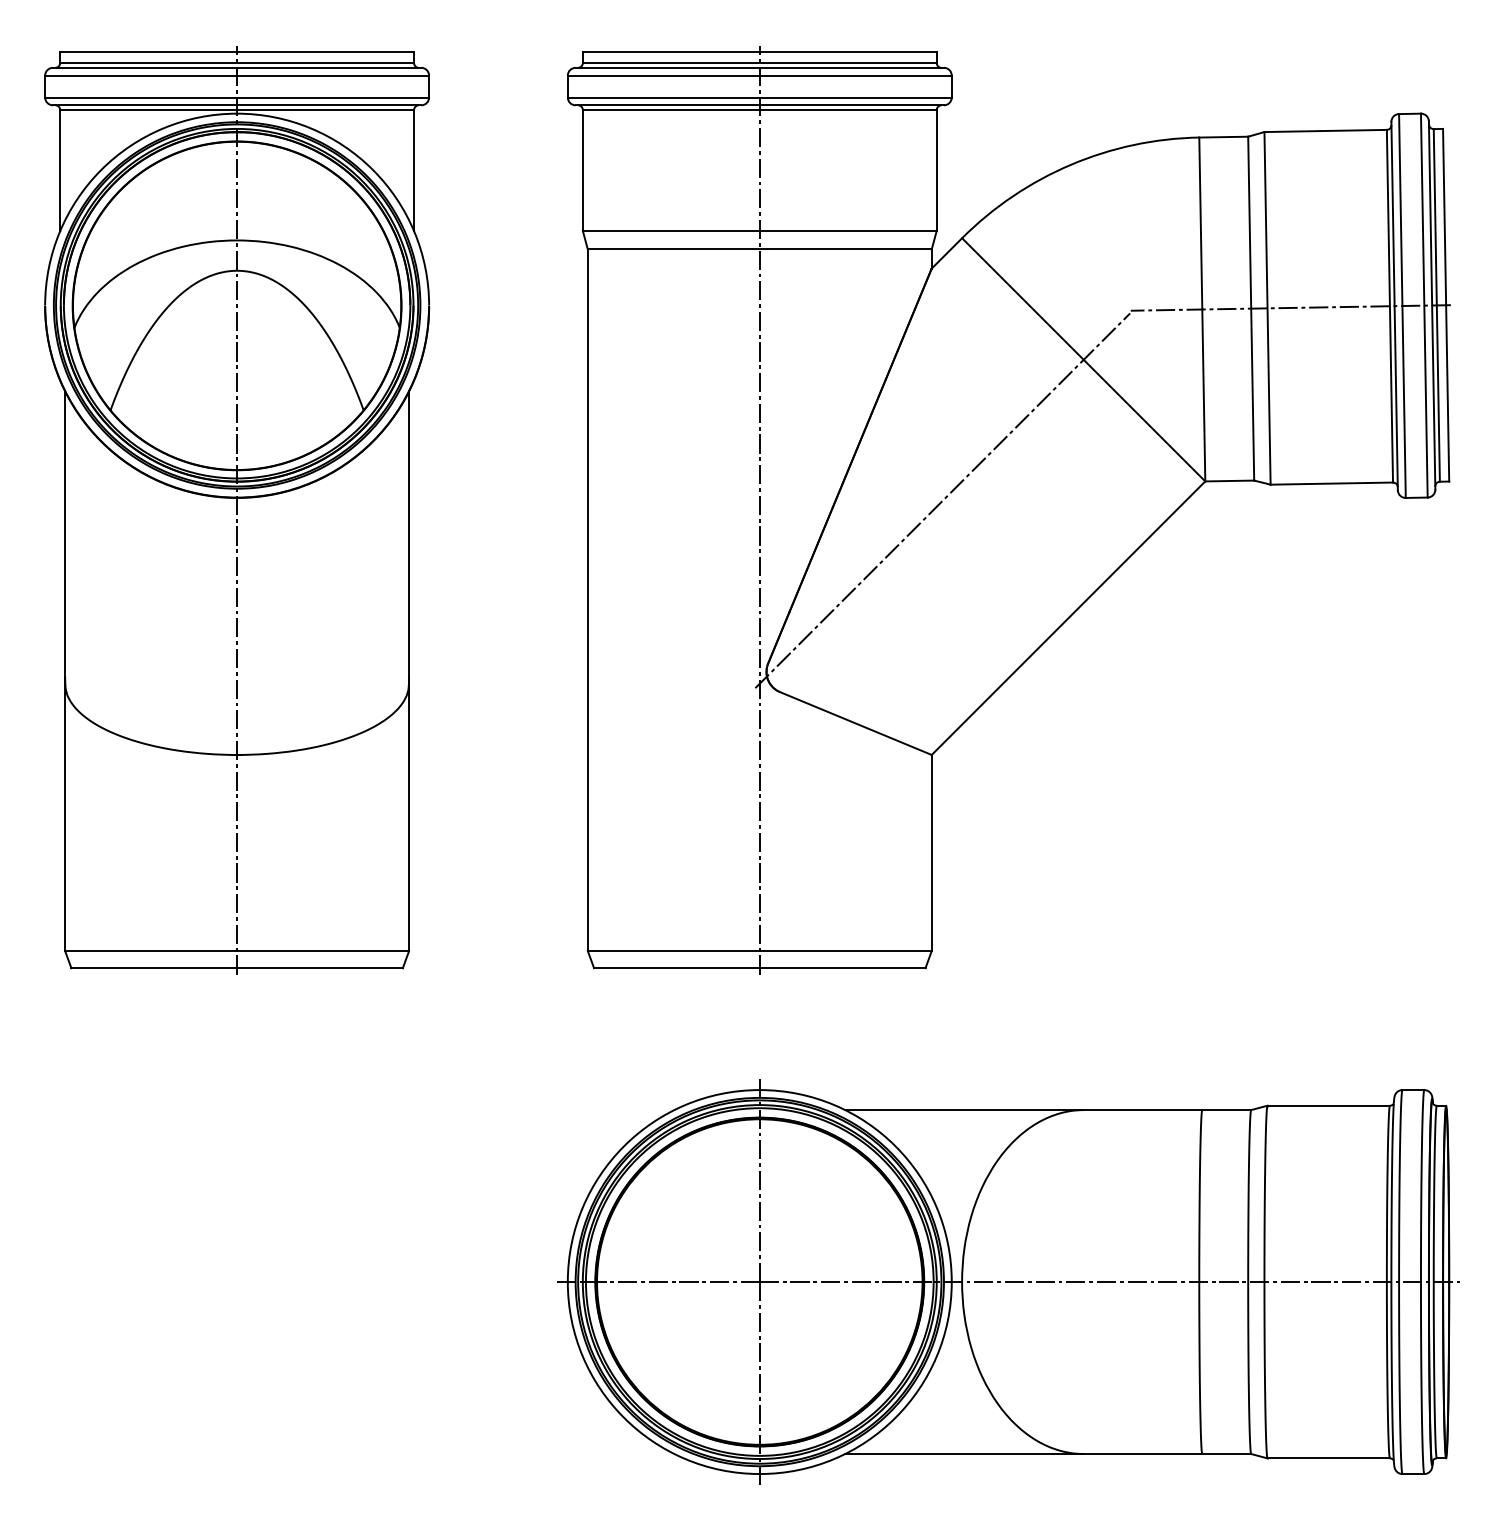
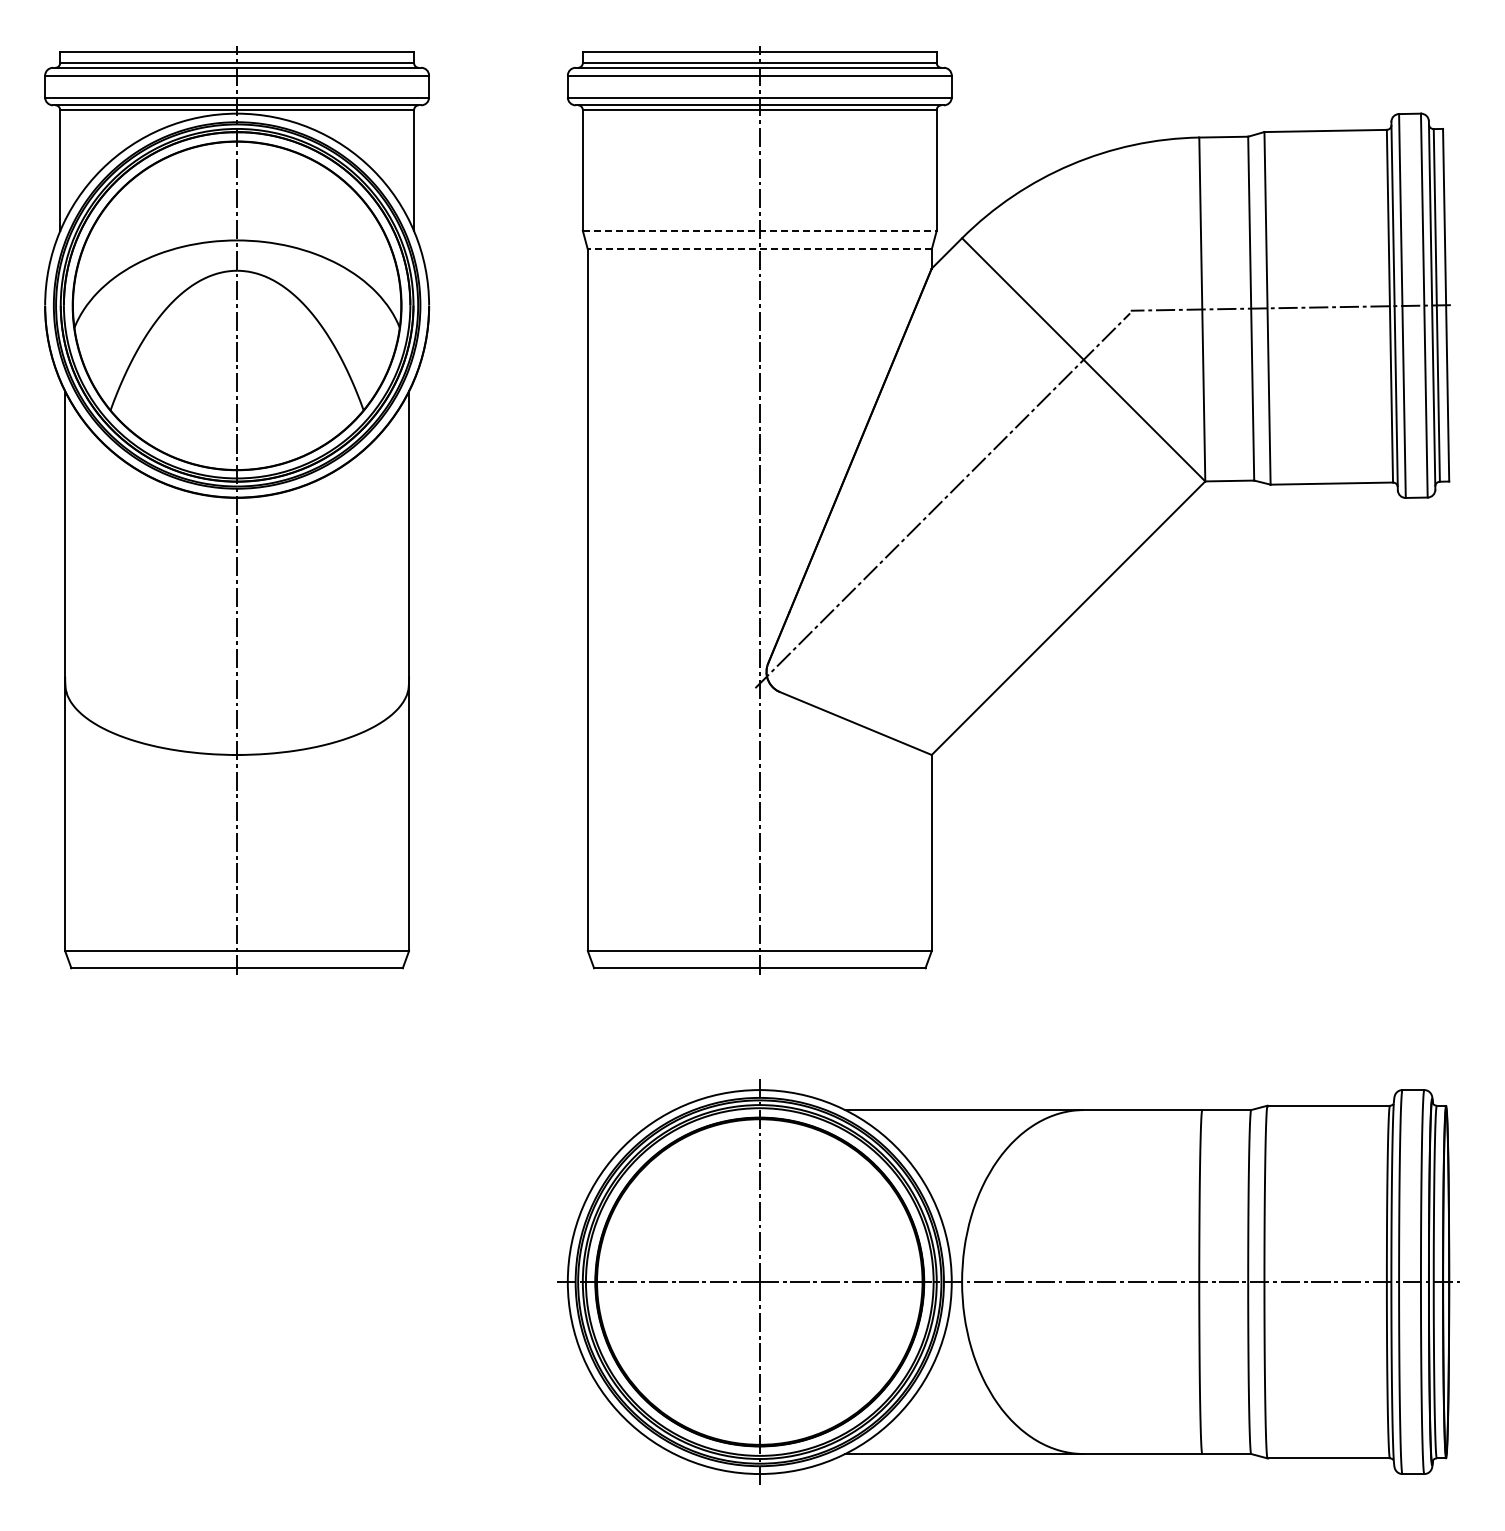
line at (759, 230): solid -> dashed
line at (759, 249): solid -> dashed
